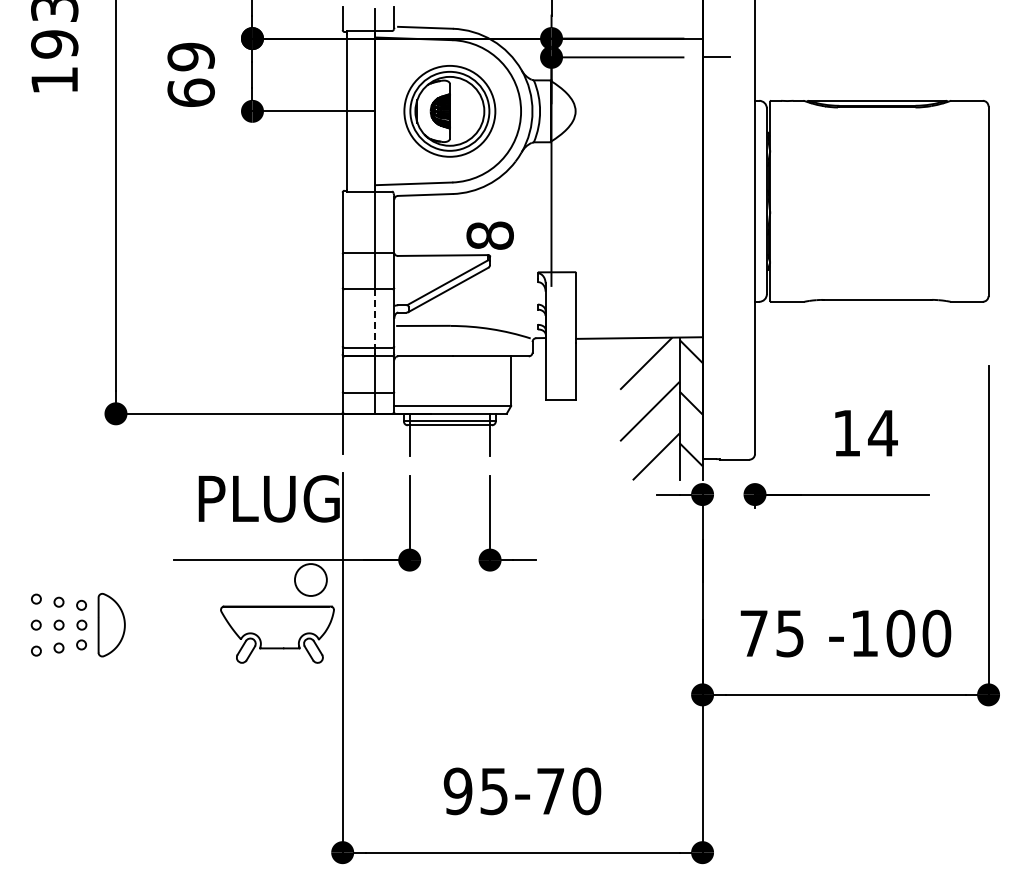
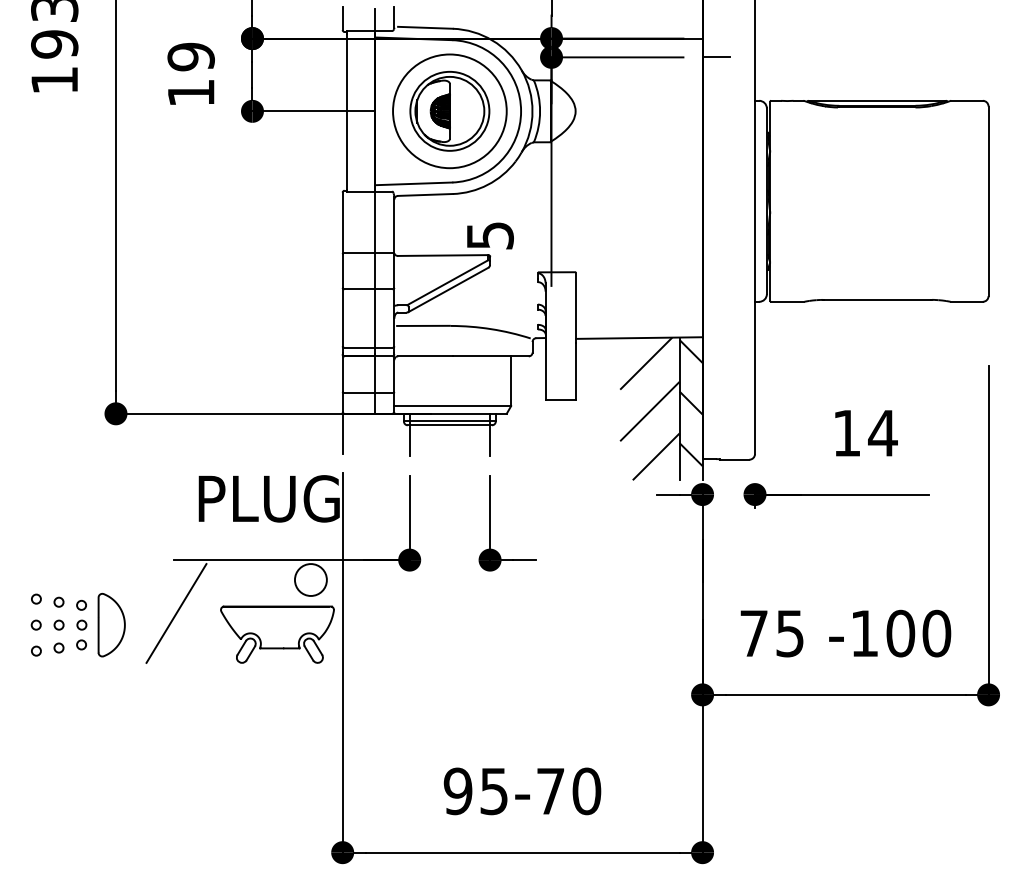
text at (190, 92): 69 -> 19
circle at (449, 110) diameter: 91 px -> 114 px
text at (489, 235): 8 -> 5
line at (375, 319): dashed -> solid
line at (176, 613): none -> present
